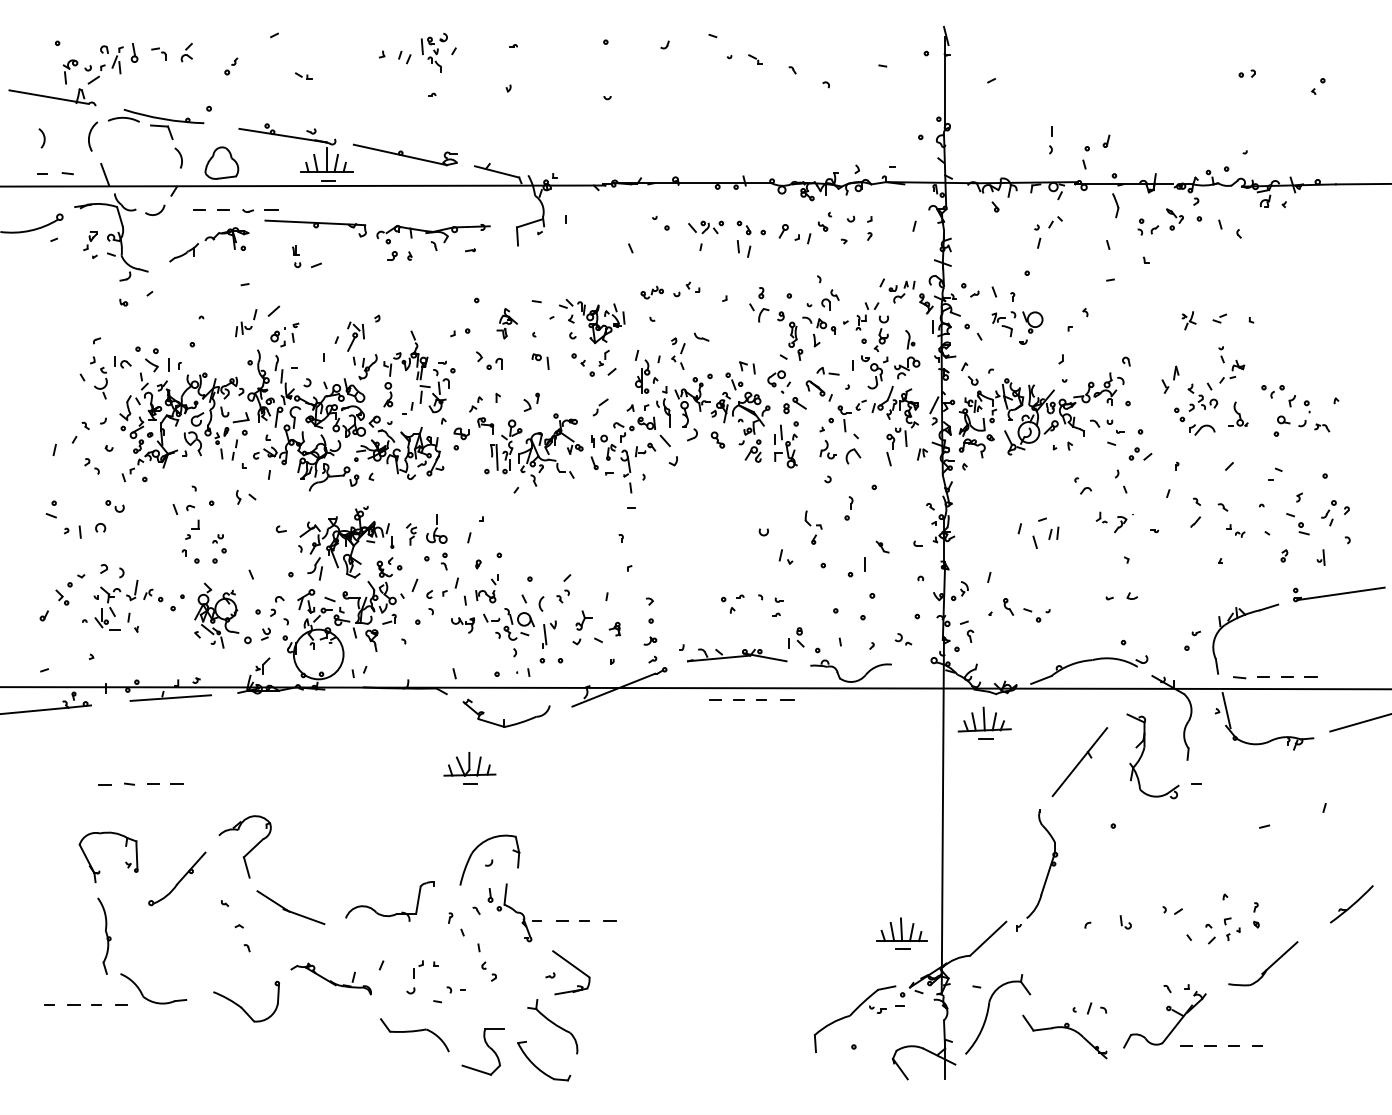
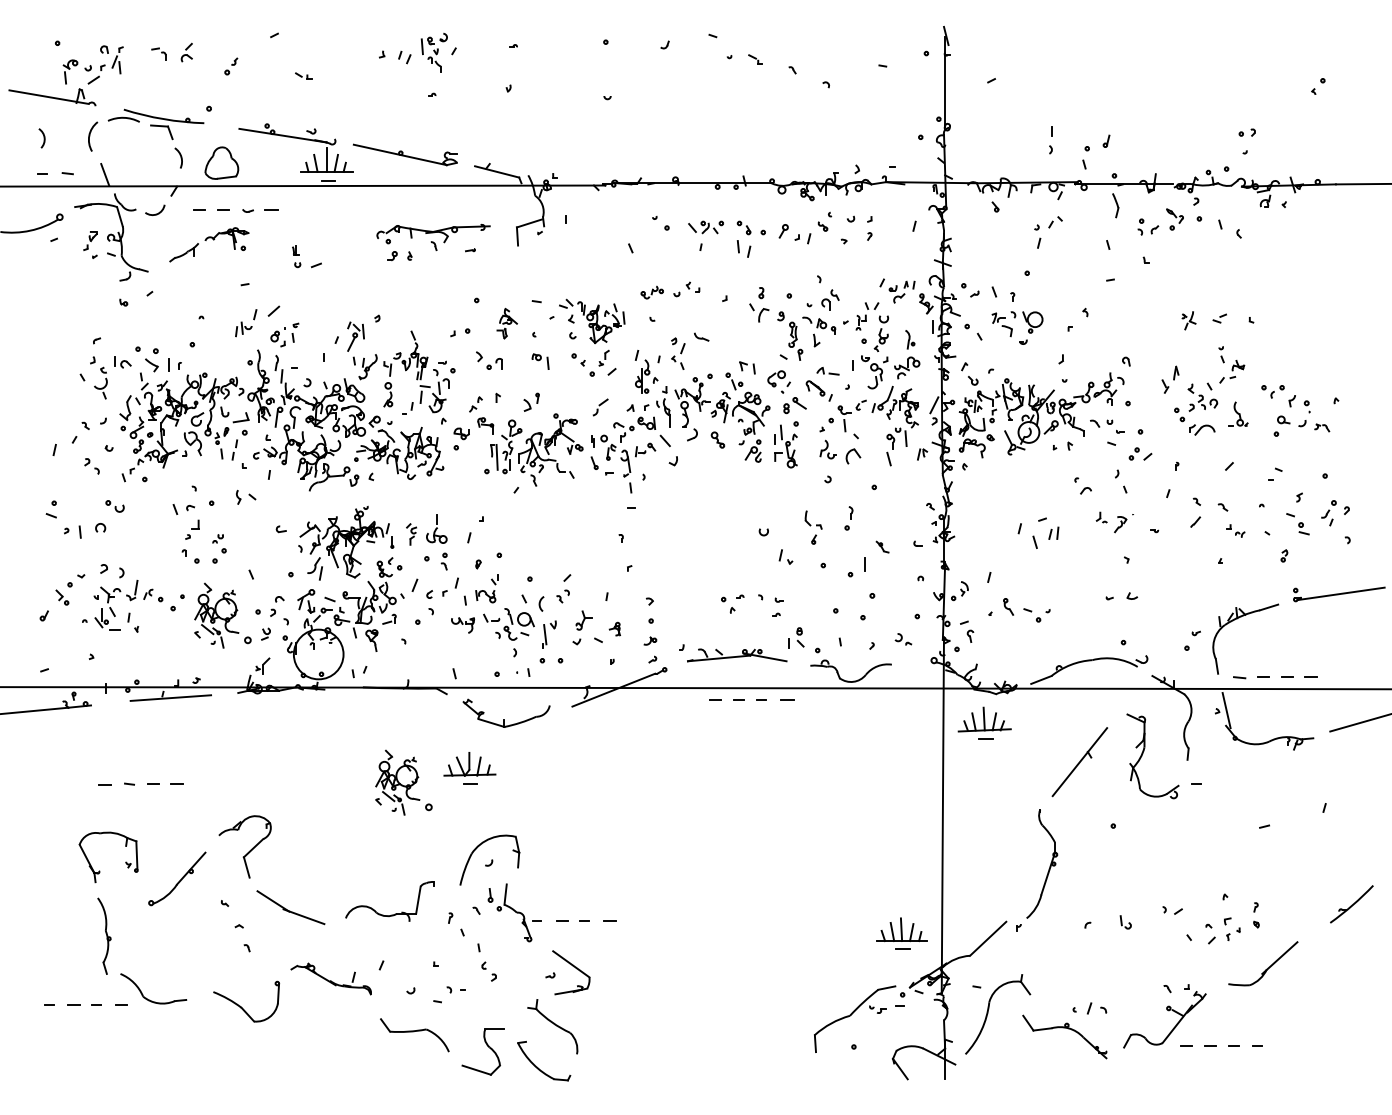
part at (134, 52): present -> none
part at (1246, 73) position: (1246, 73) -> (1246, 132)
part at (315, 228): present -> none
part at (848, 508) position: (848, 508) -> (848, 518)
part at (1320, 557): present -> none
part at (403, 782): none -> present
part at (418, 969): present -> none
